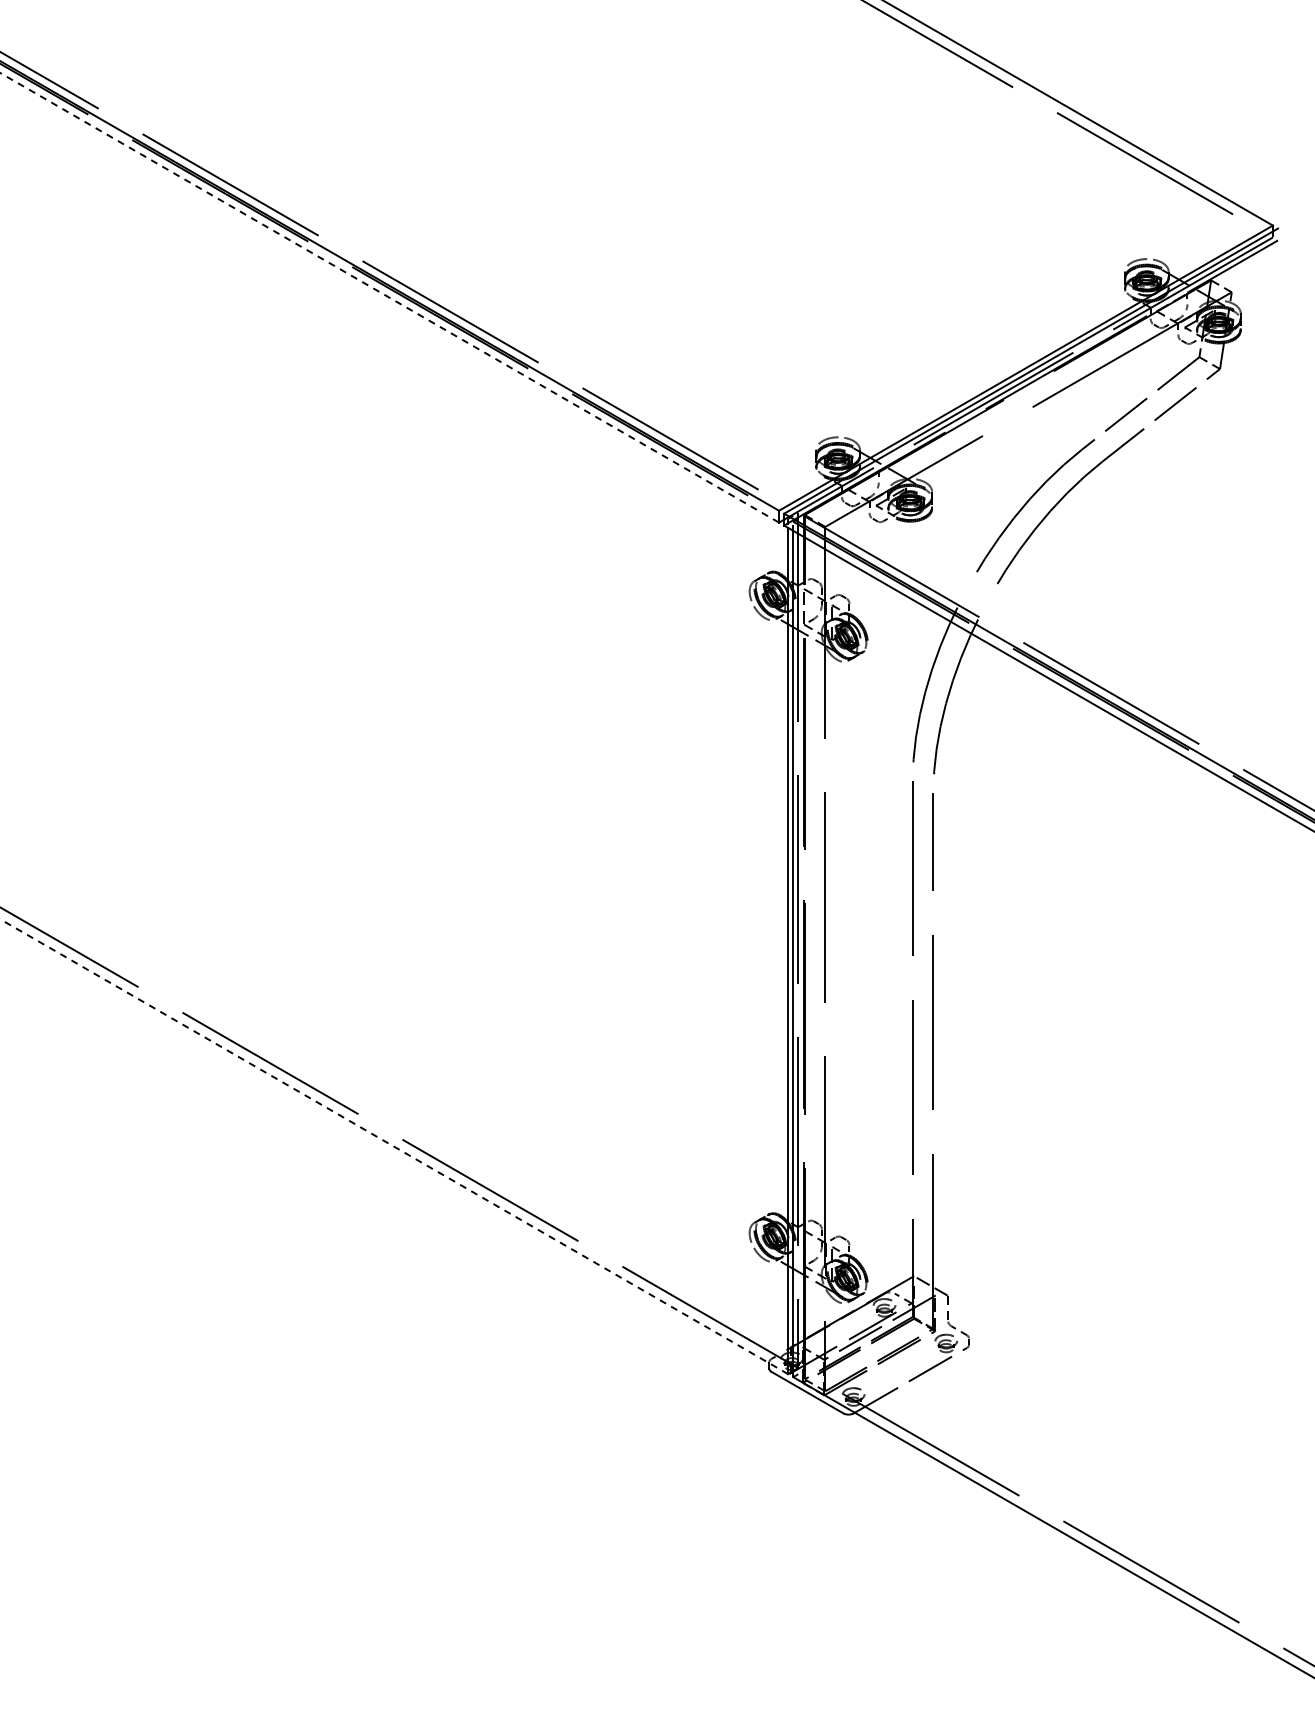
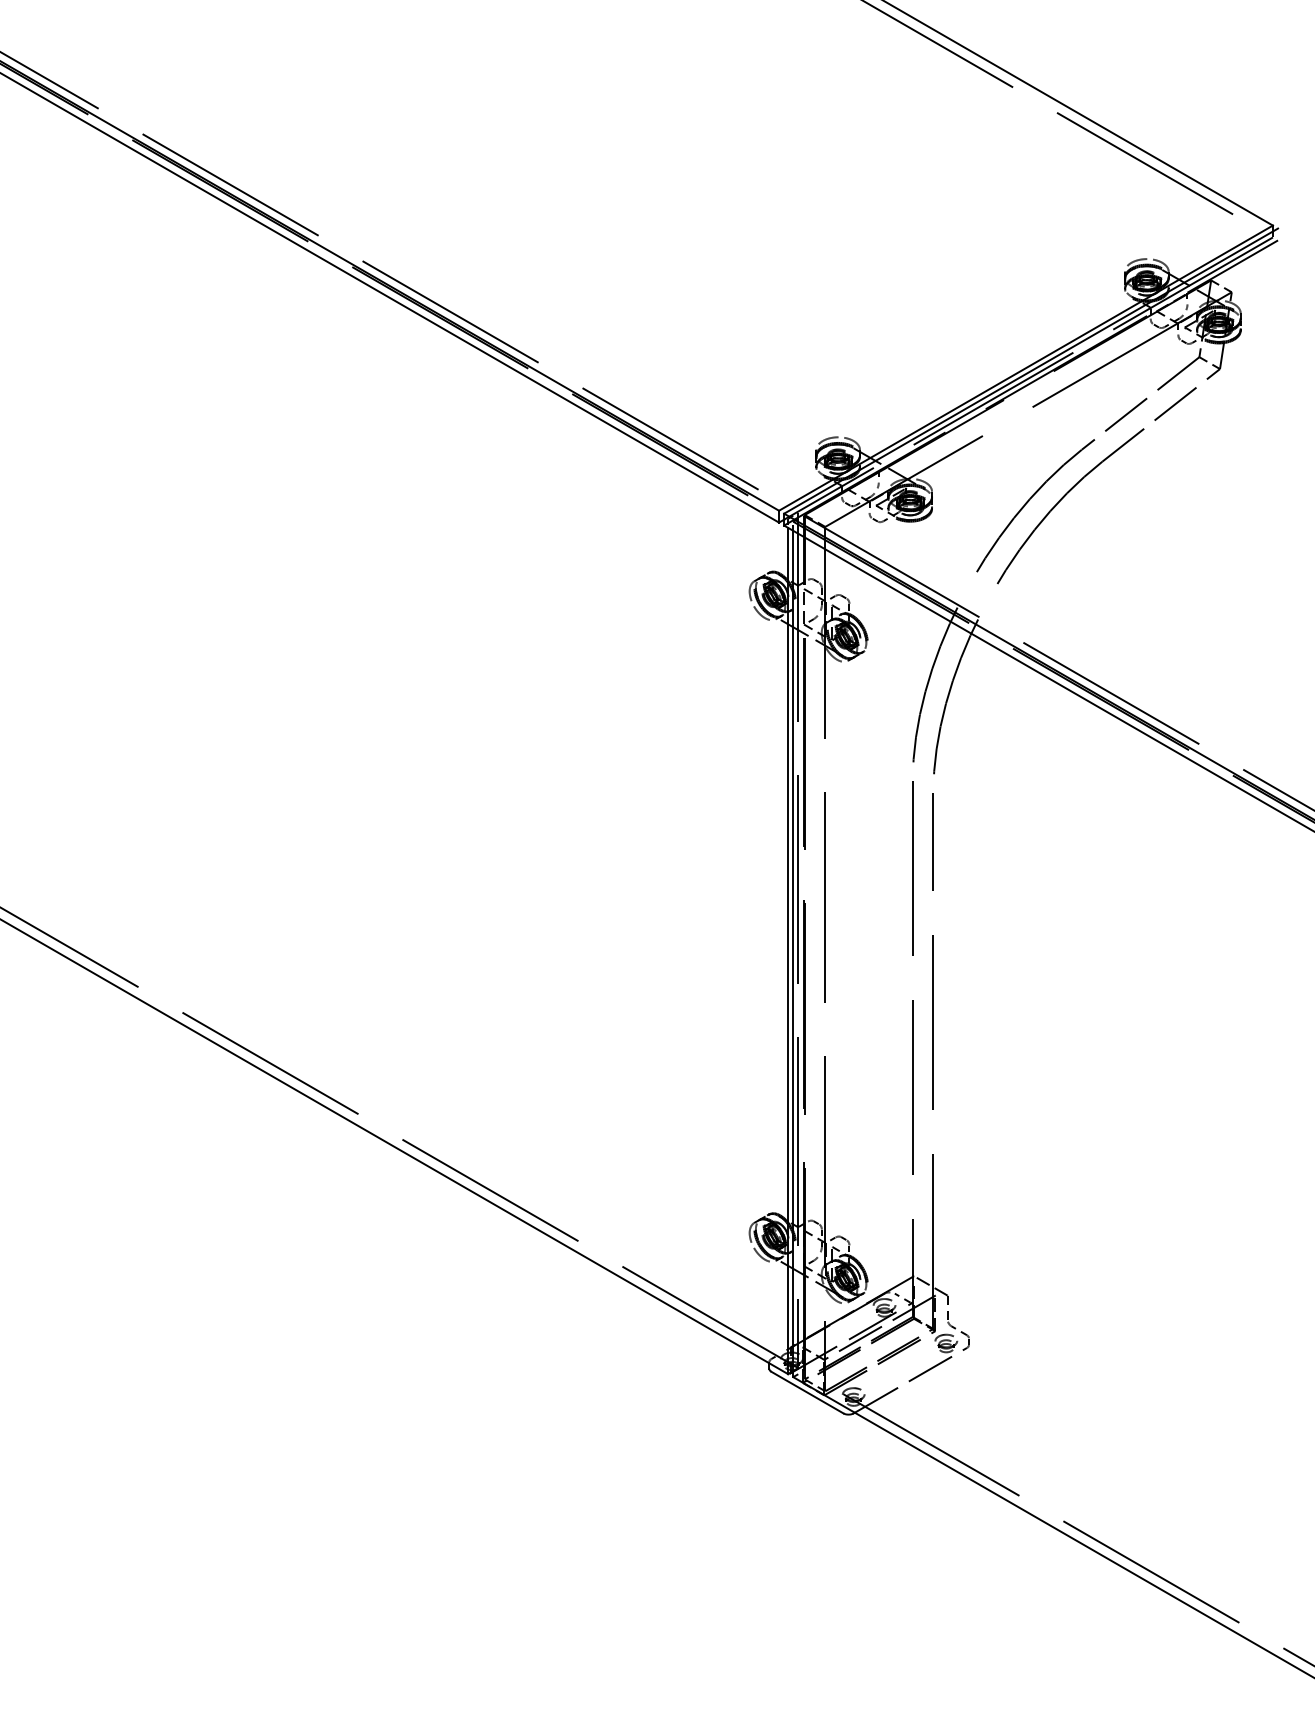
line at (389, 297): dashed -> solid
line at (394, 1146): dashed -> solid
